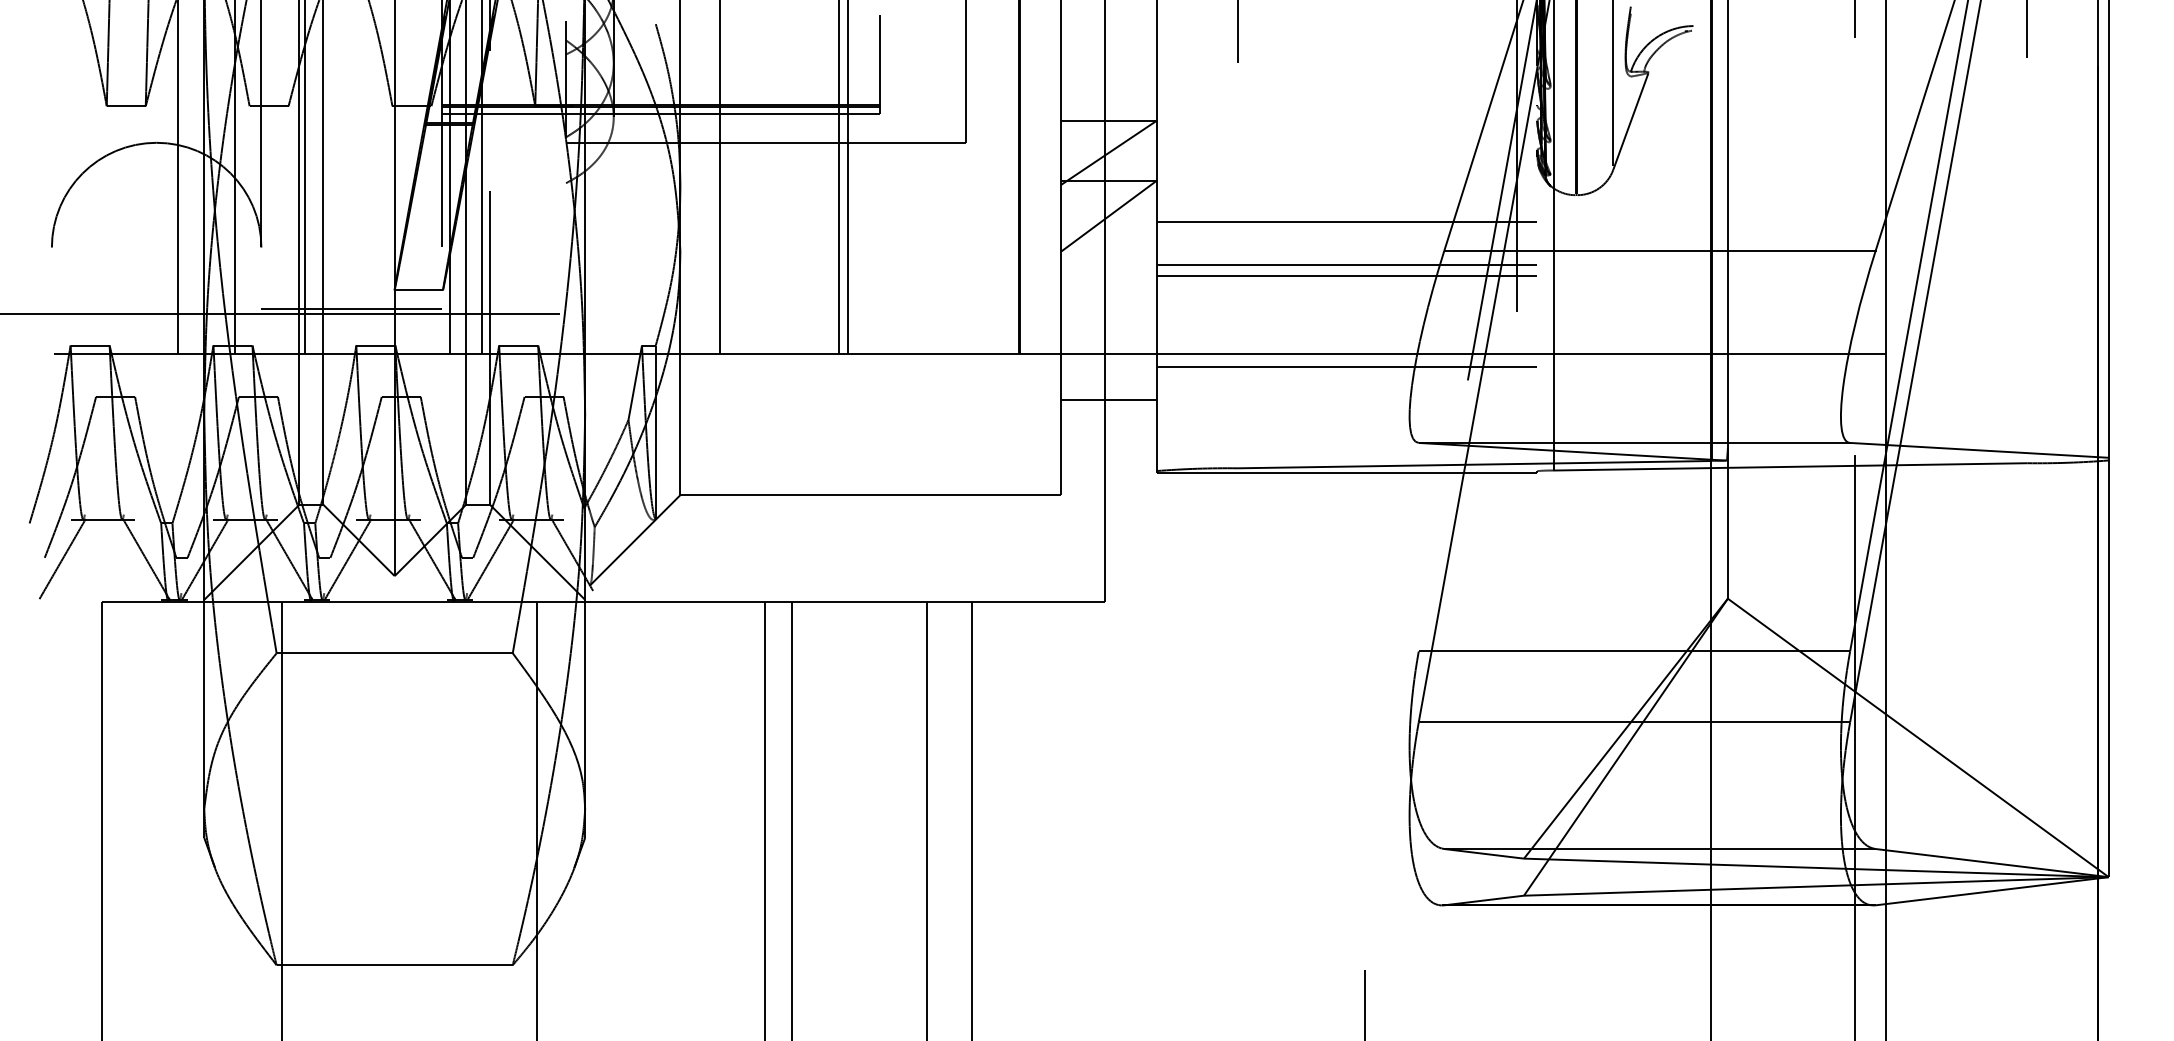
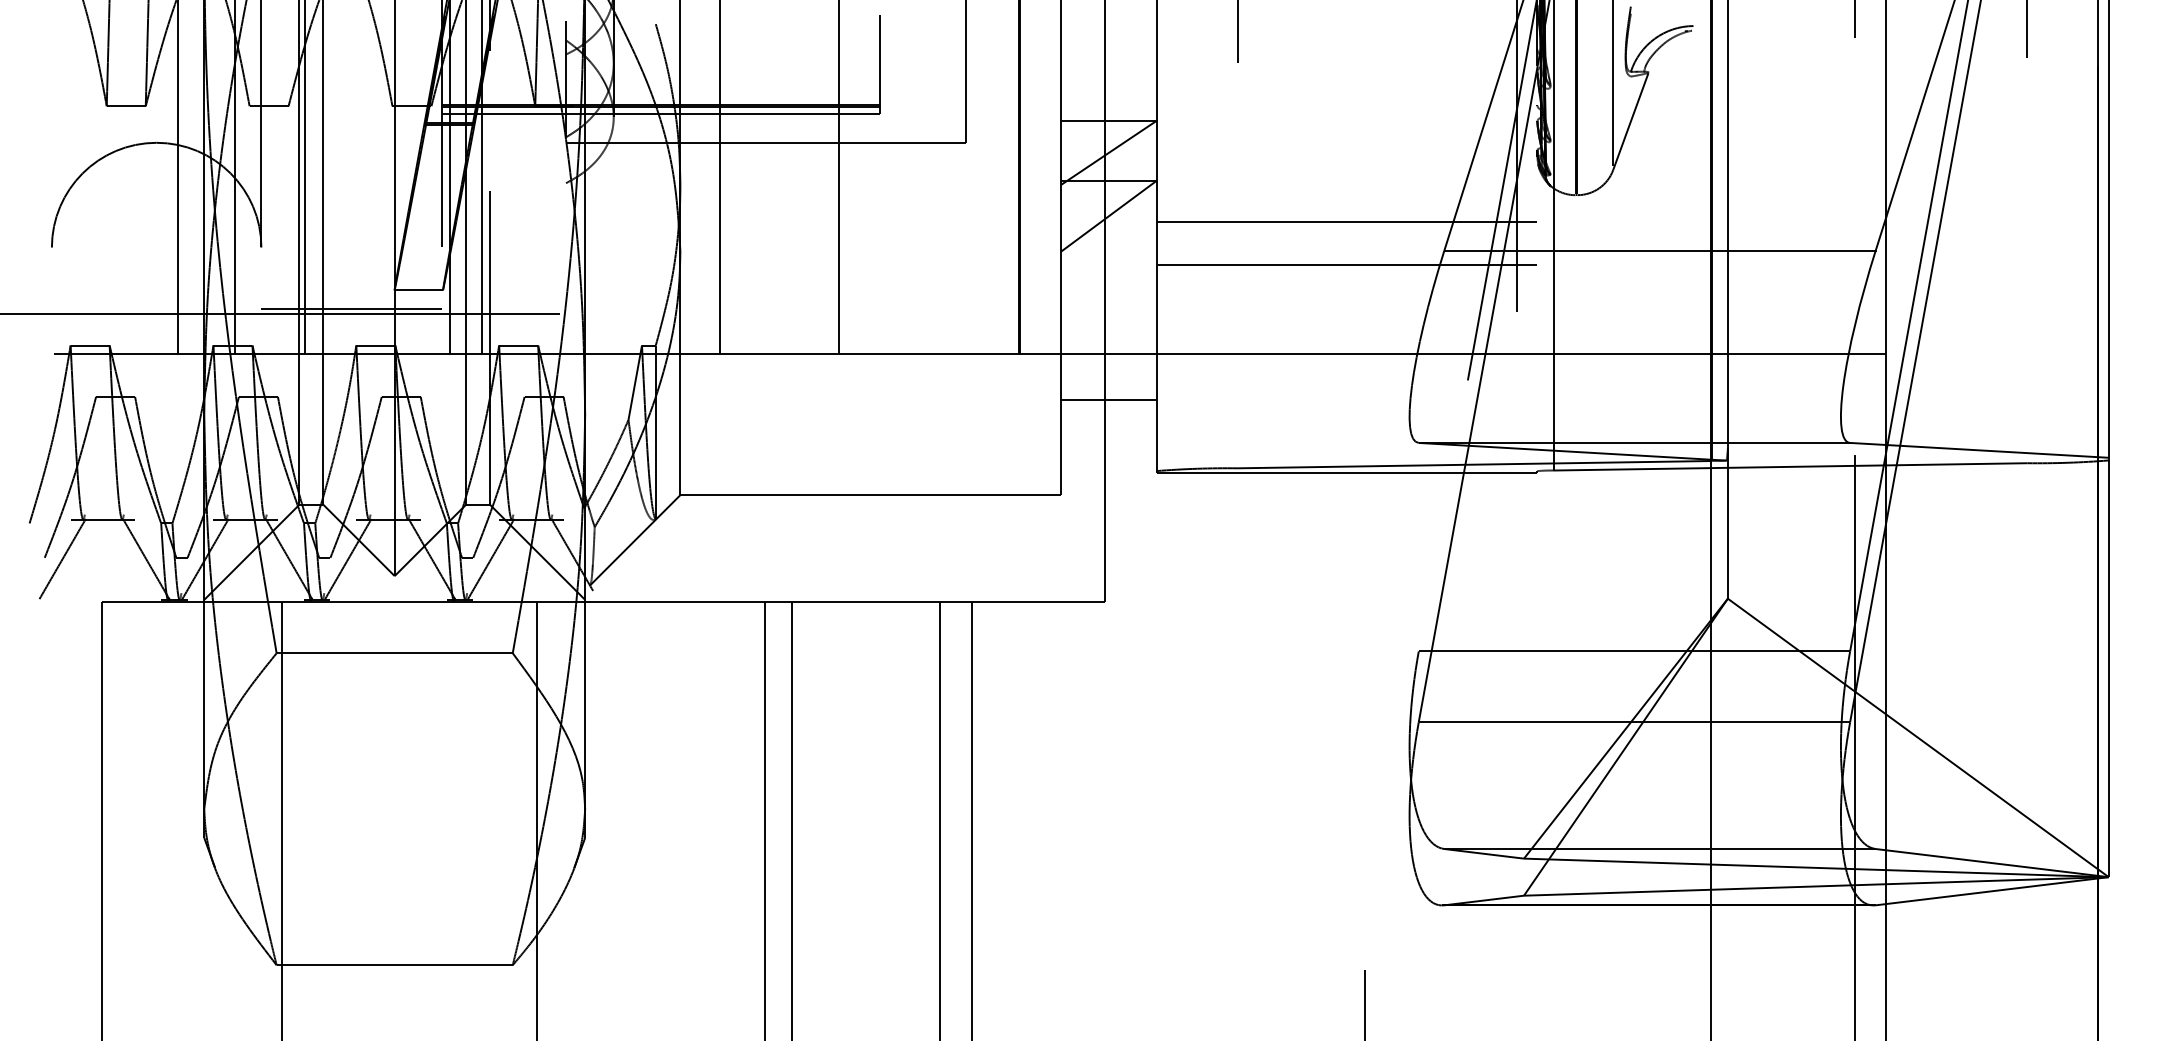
line at (847, 178): present -> none
line at (1346, 275): present -> none
line at (1346, 366): present -> none
line at (926, 819) position: (926, 819) -> (939, 819)
